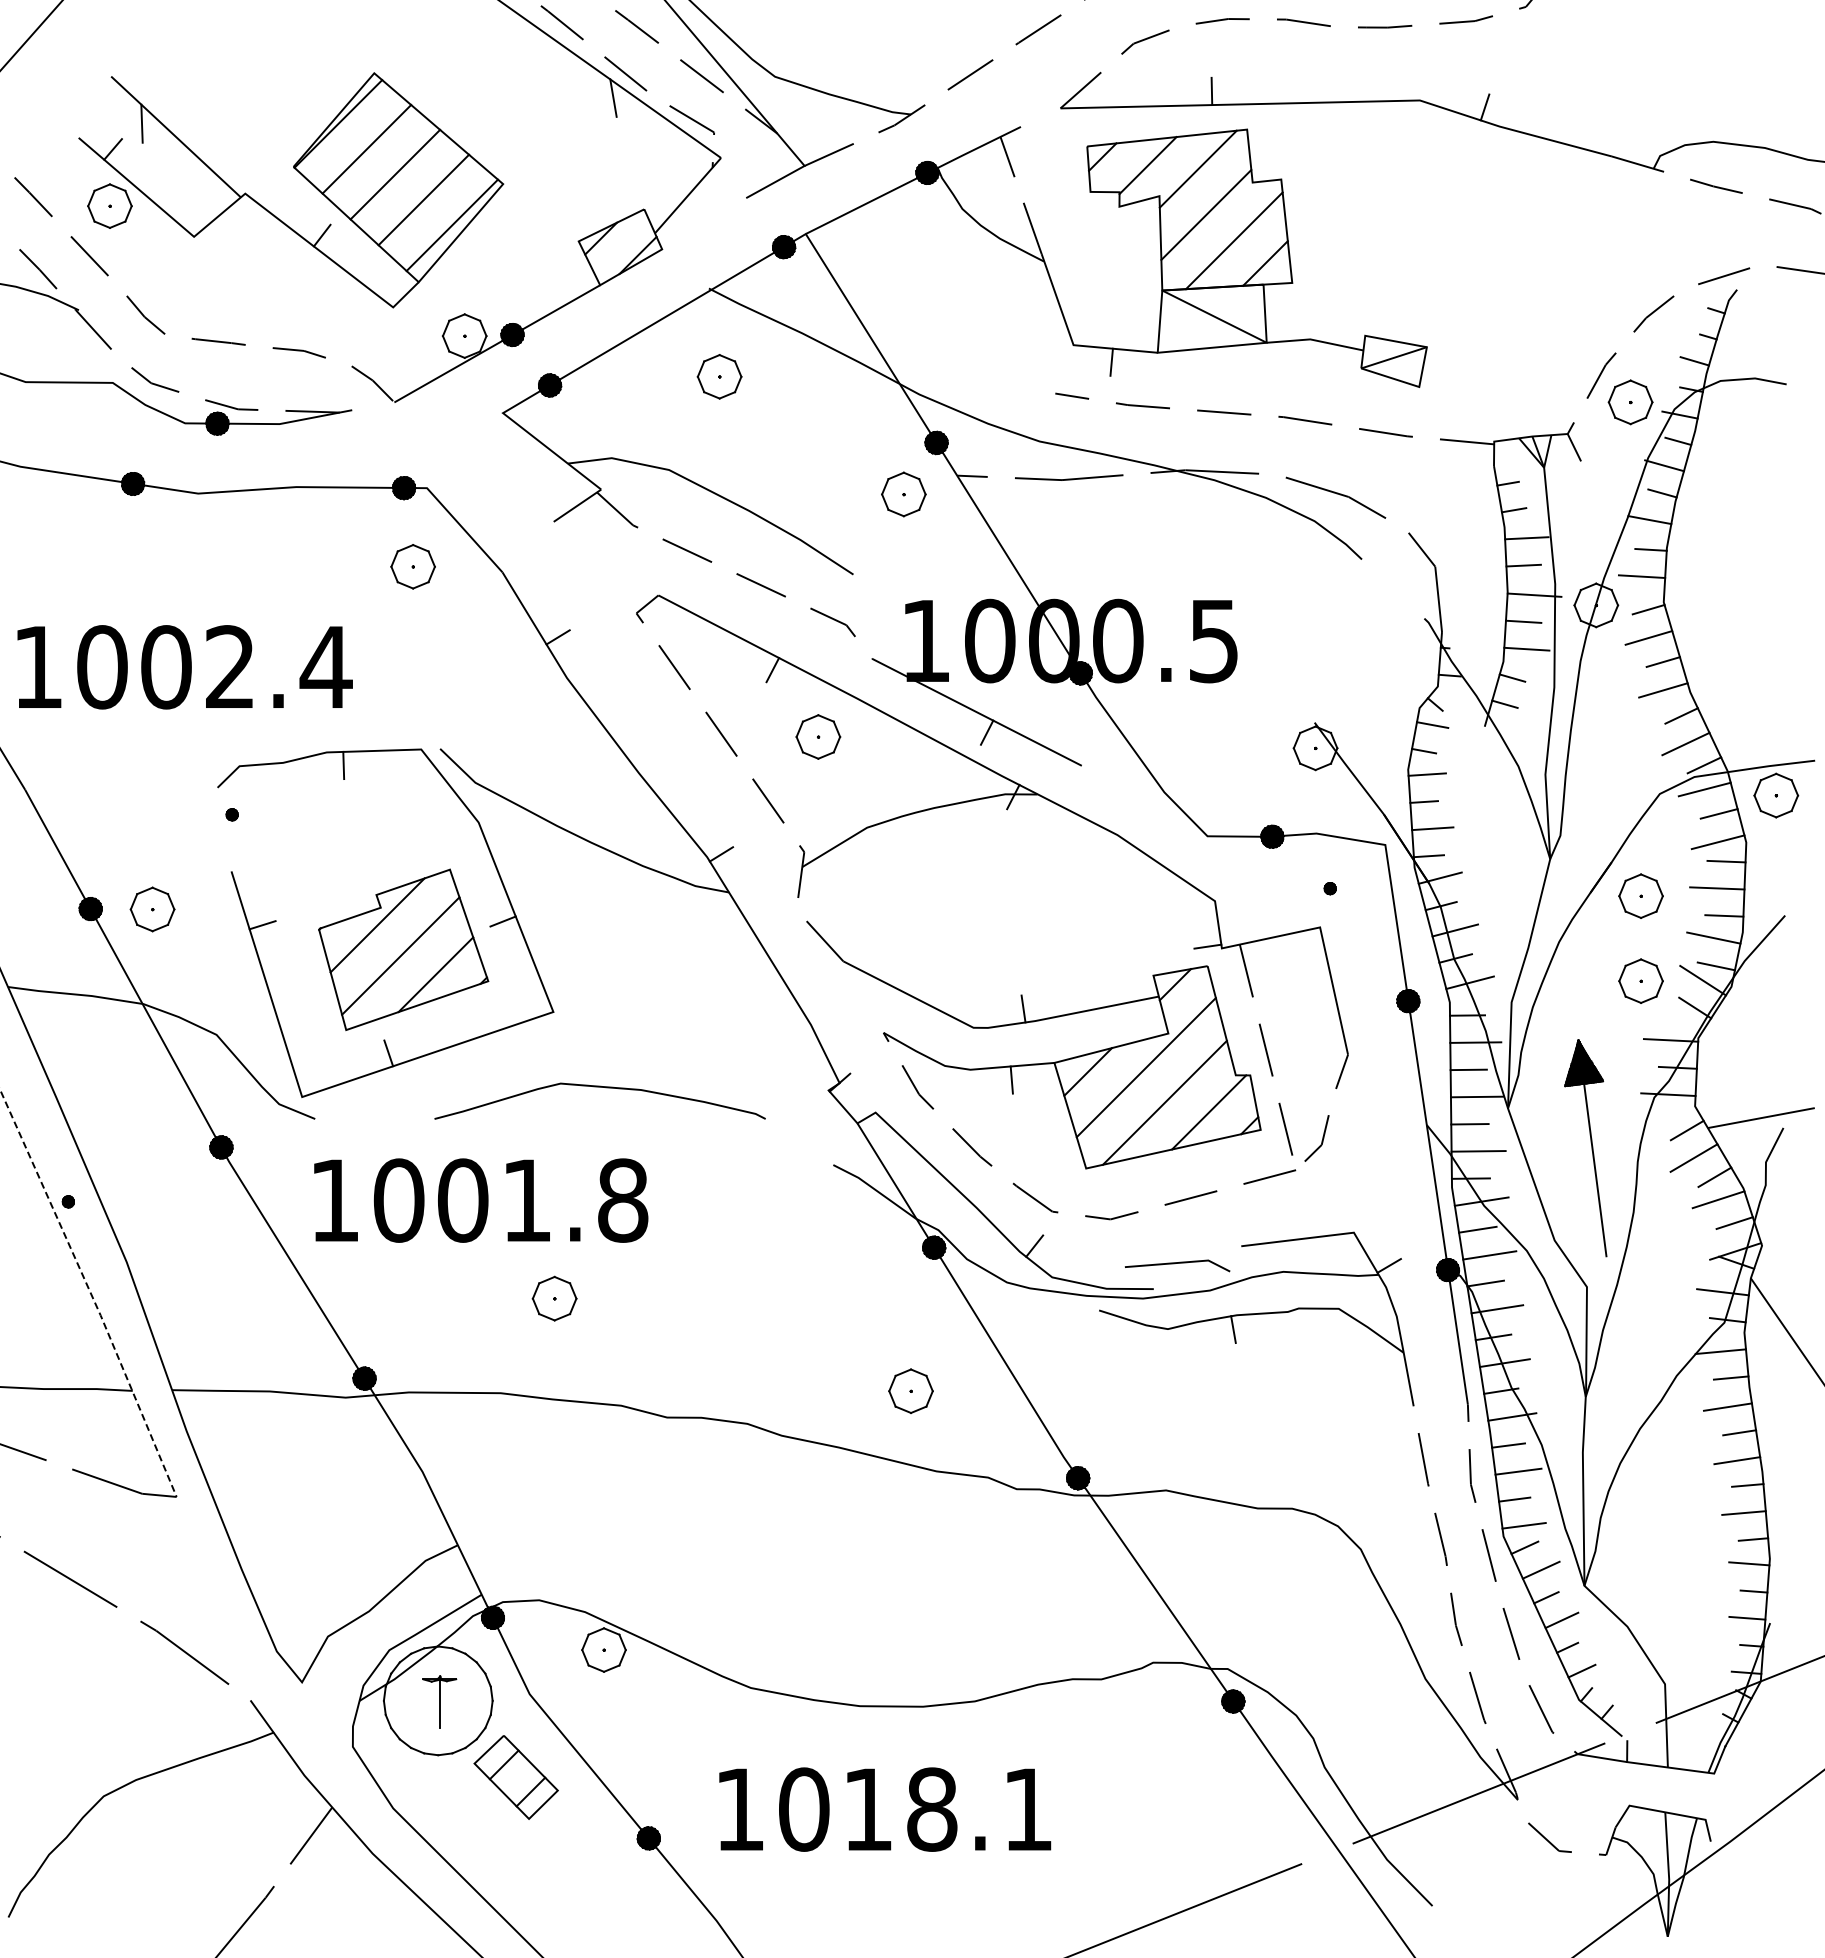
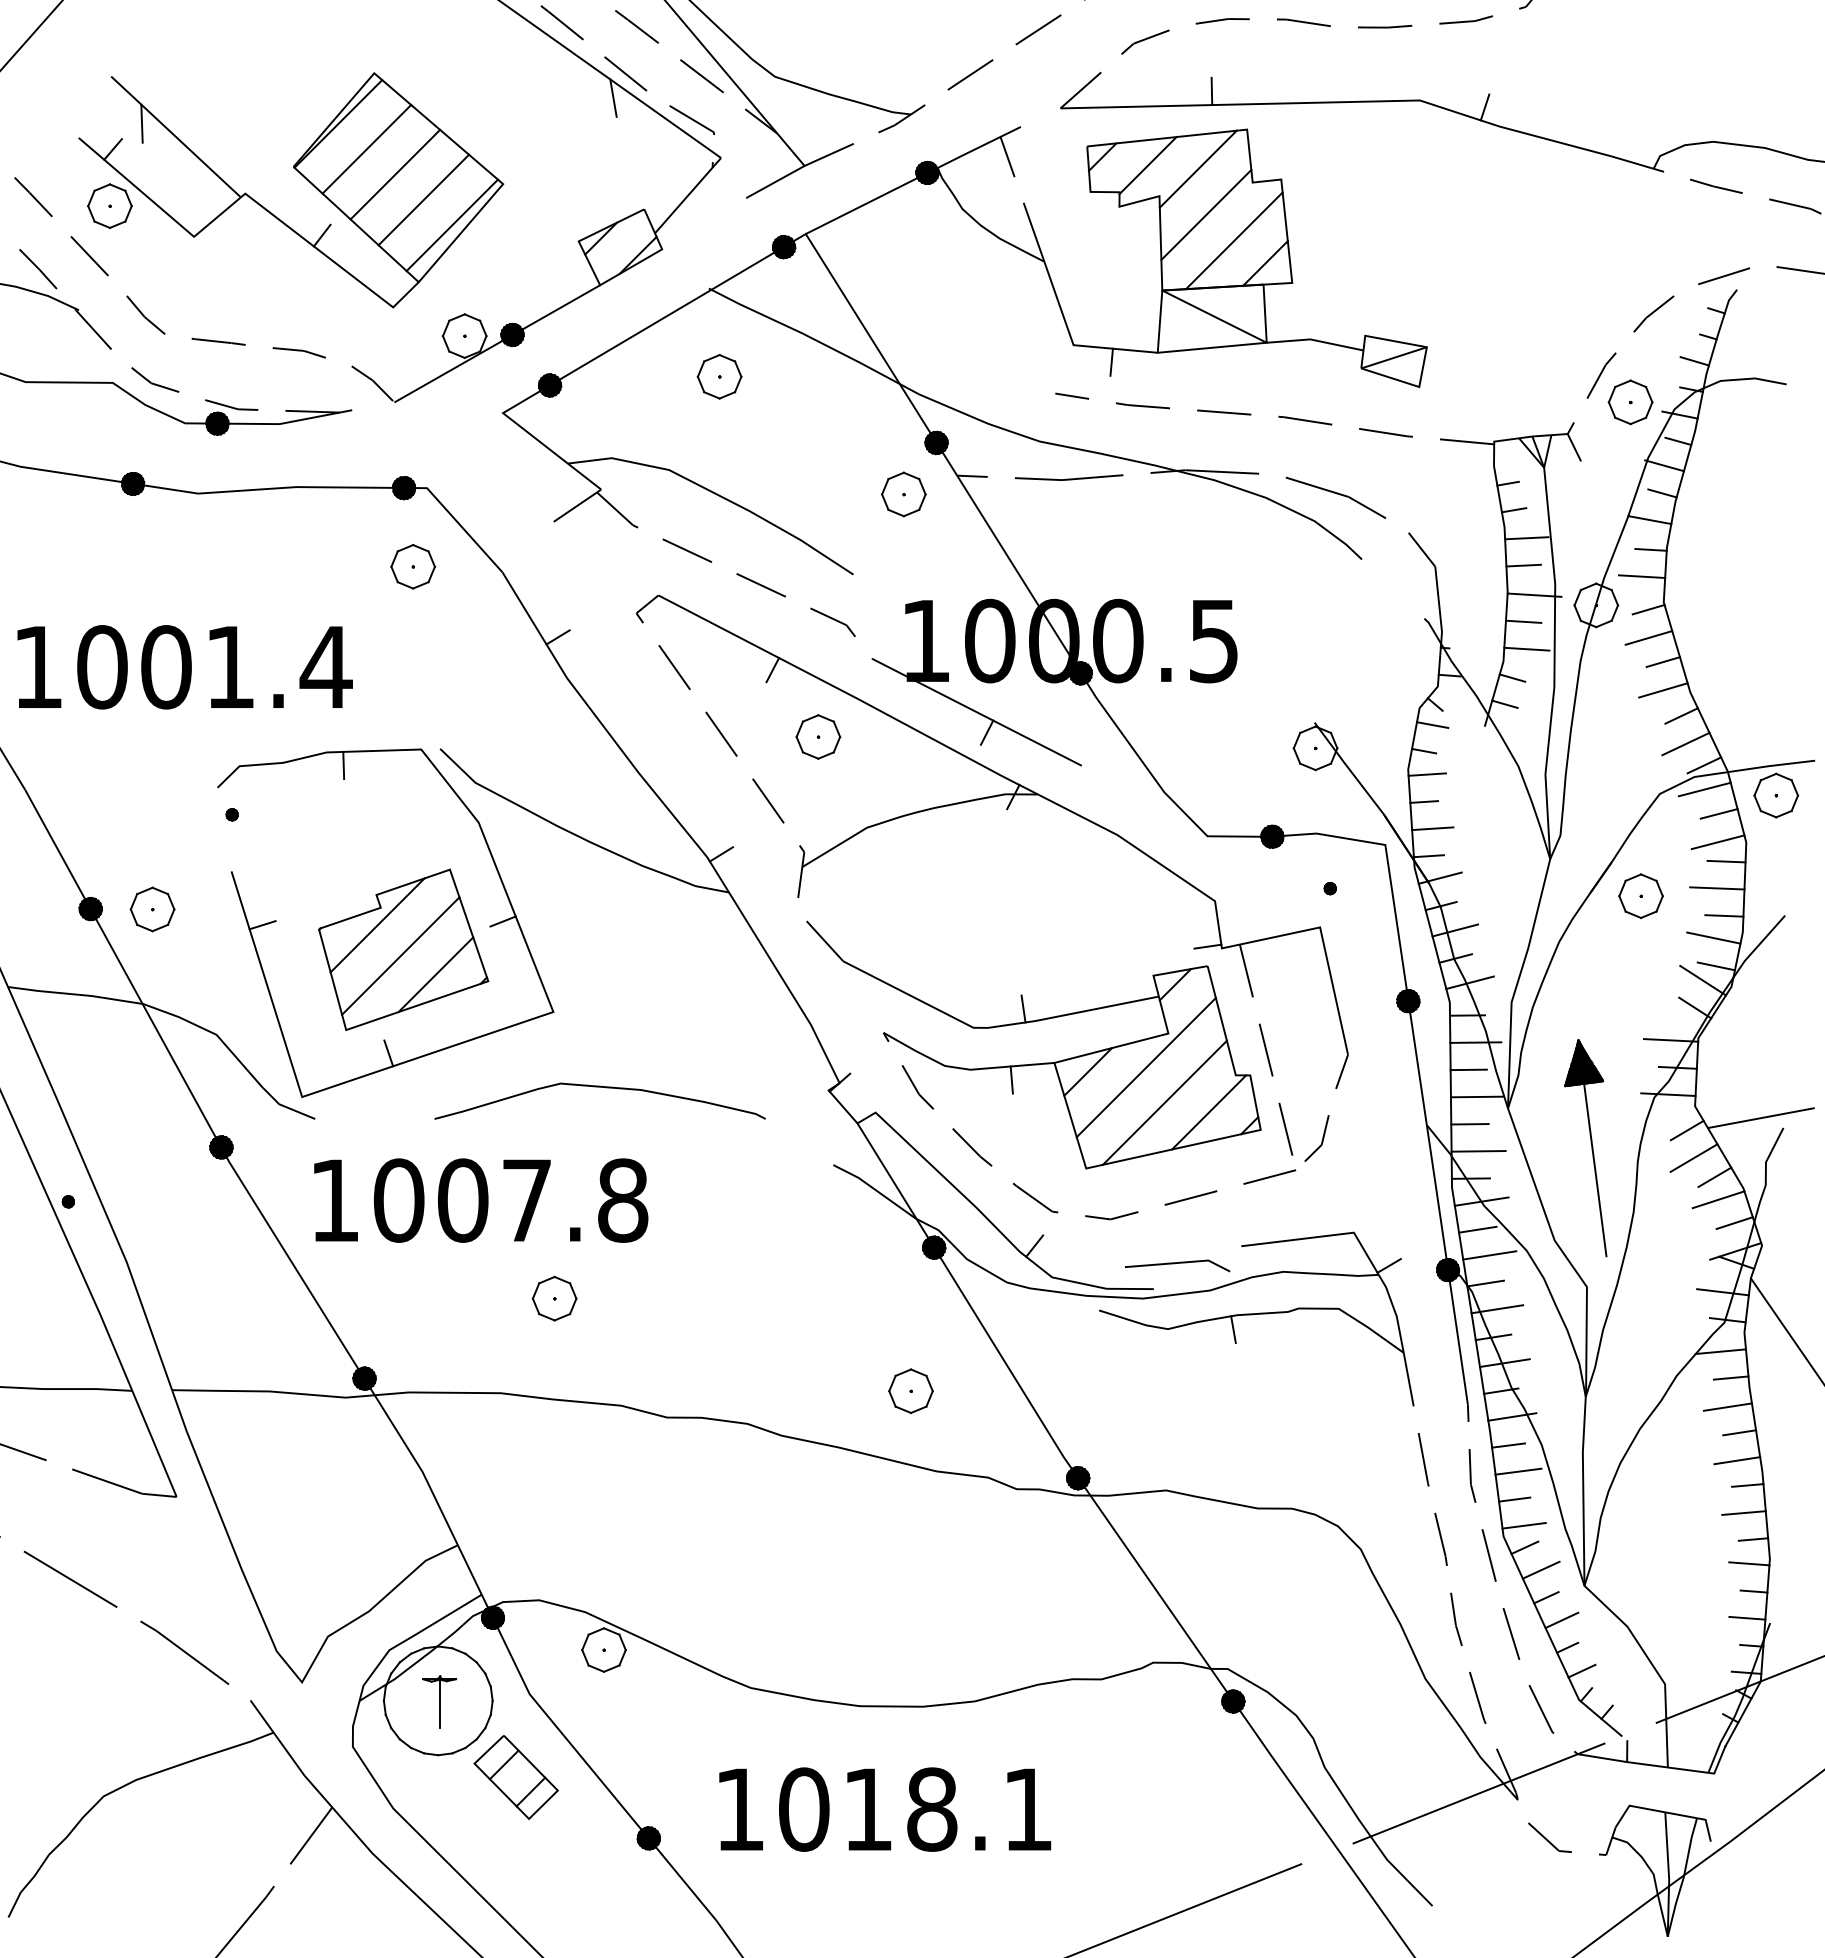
text at (229, 666): 1002.4 -> 1001.4
part at (1640, 980): present -> none
text at (526, 1200): 1001.8 -> 1007.8
line at (90, 1293): dashed -> solid
